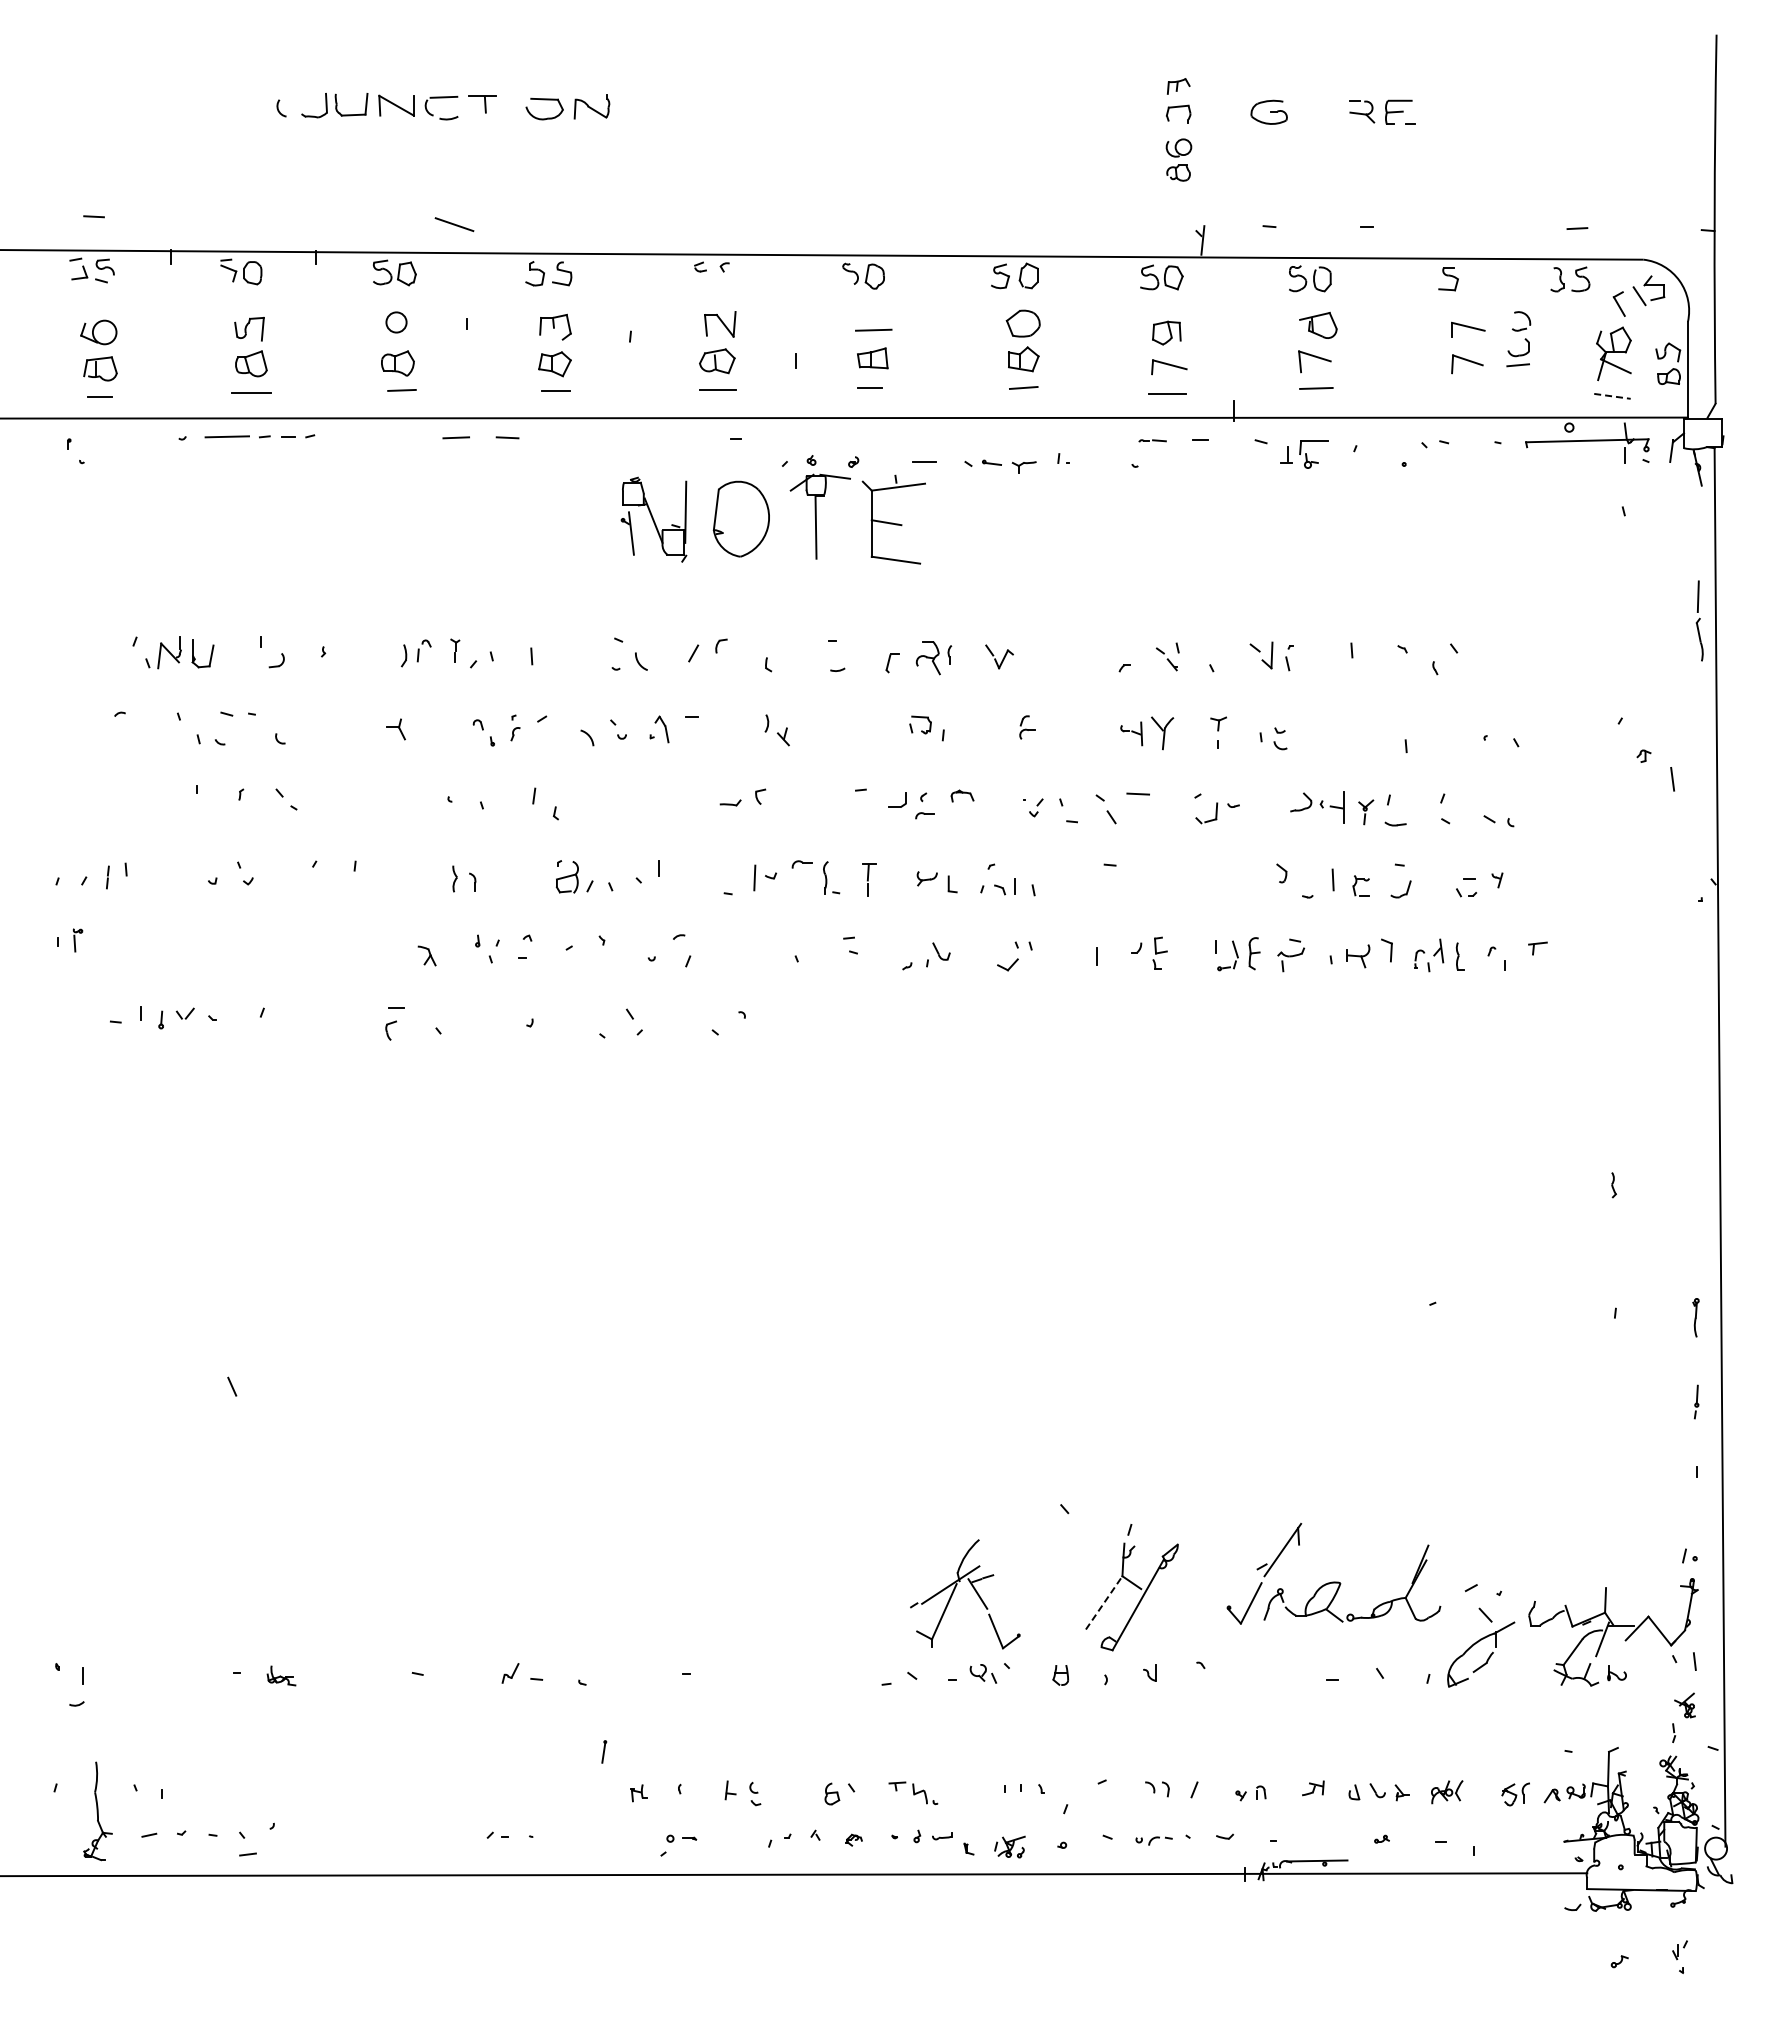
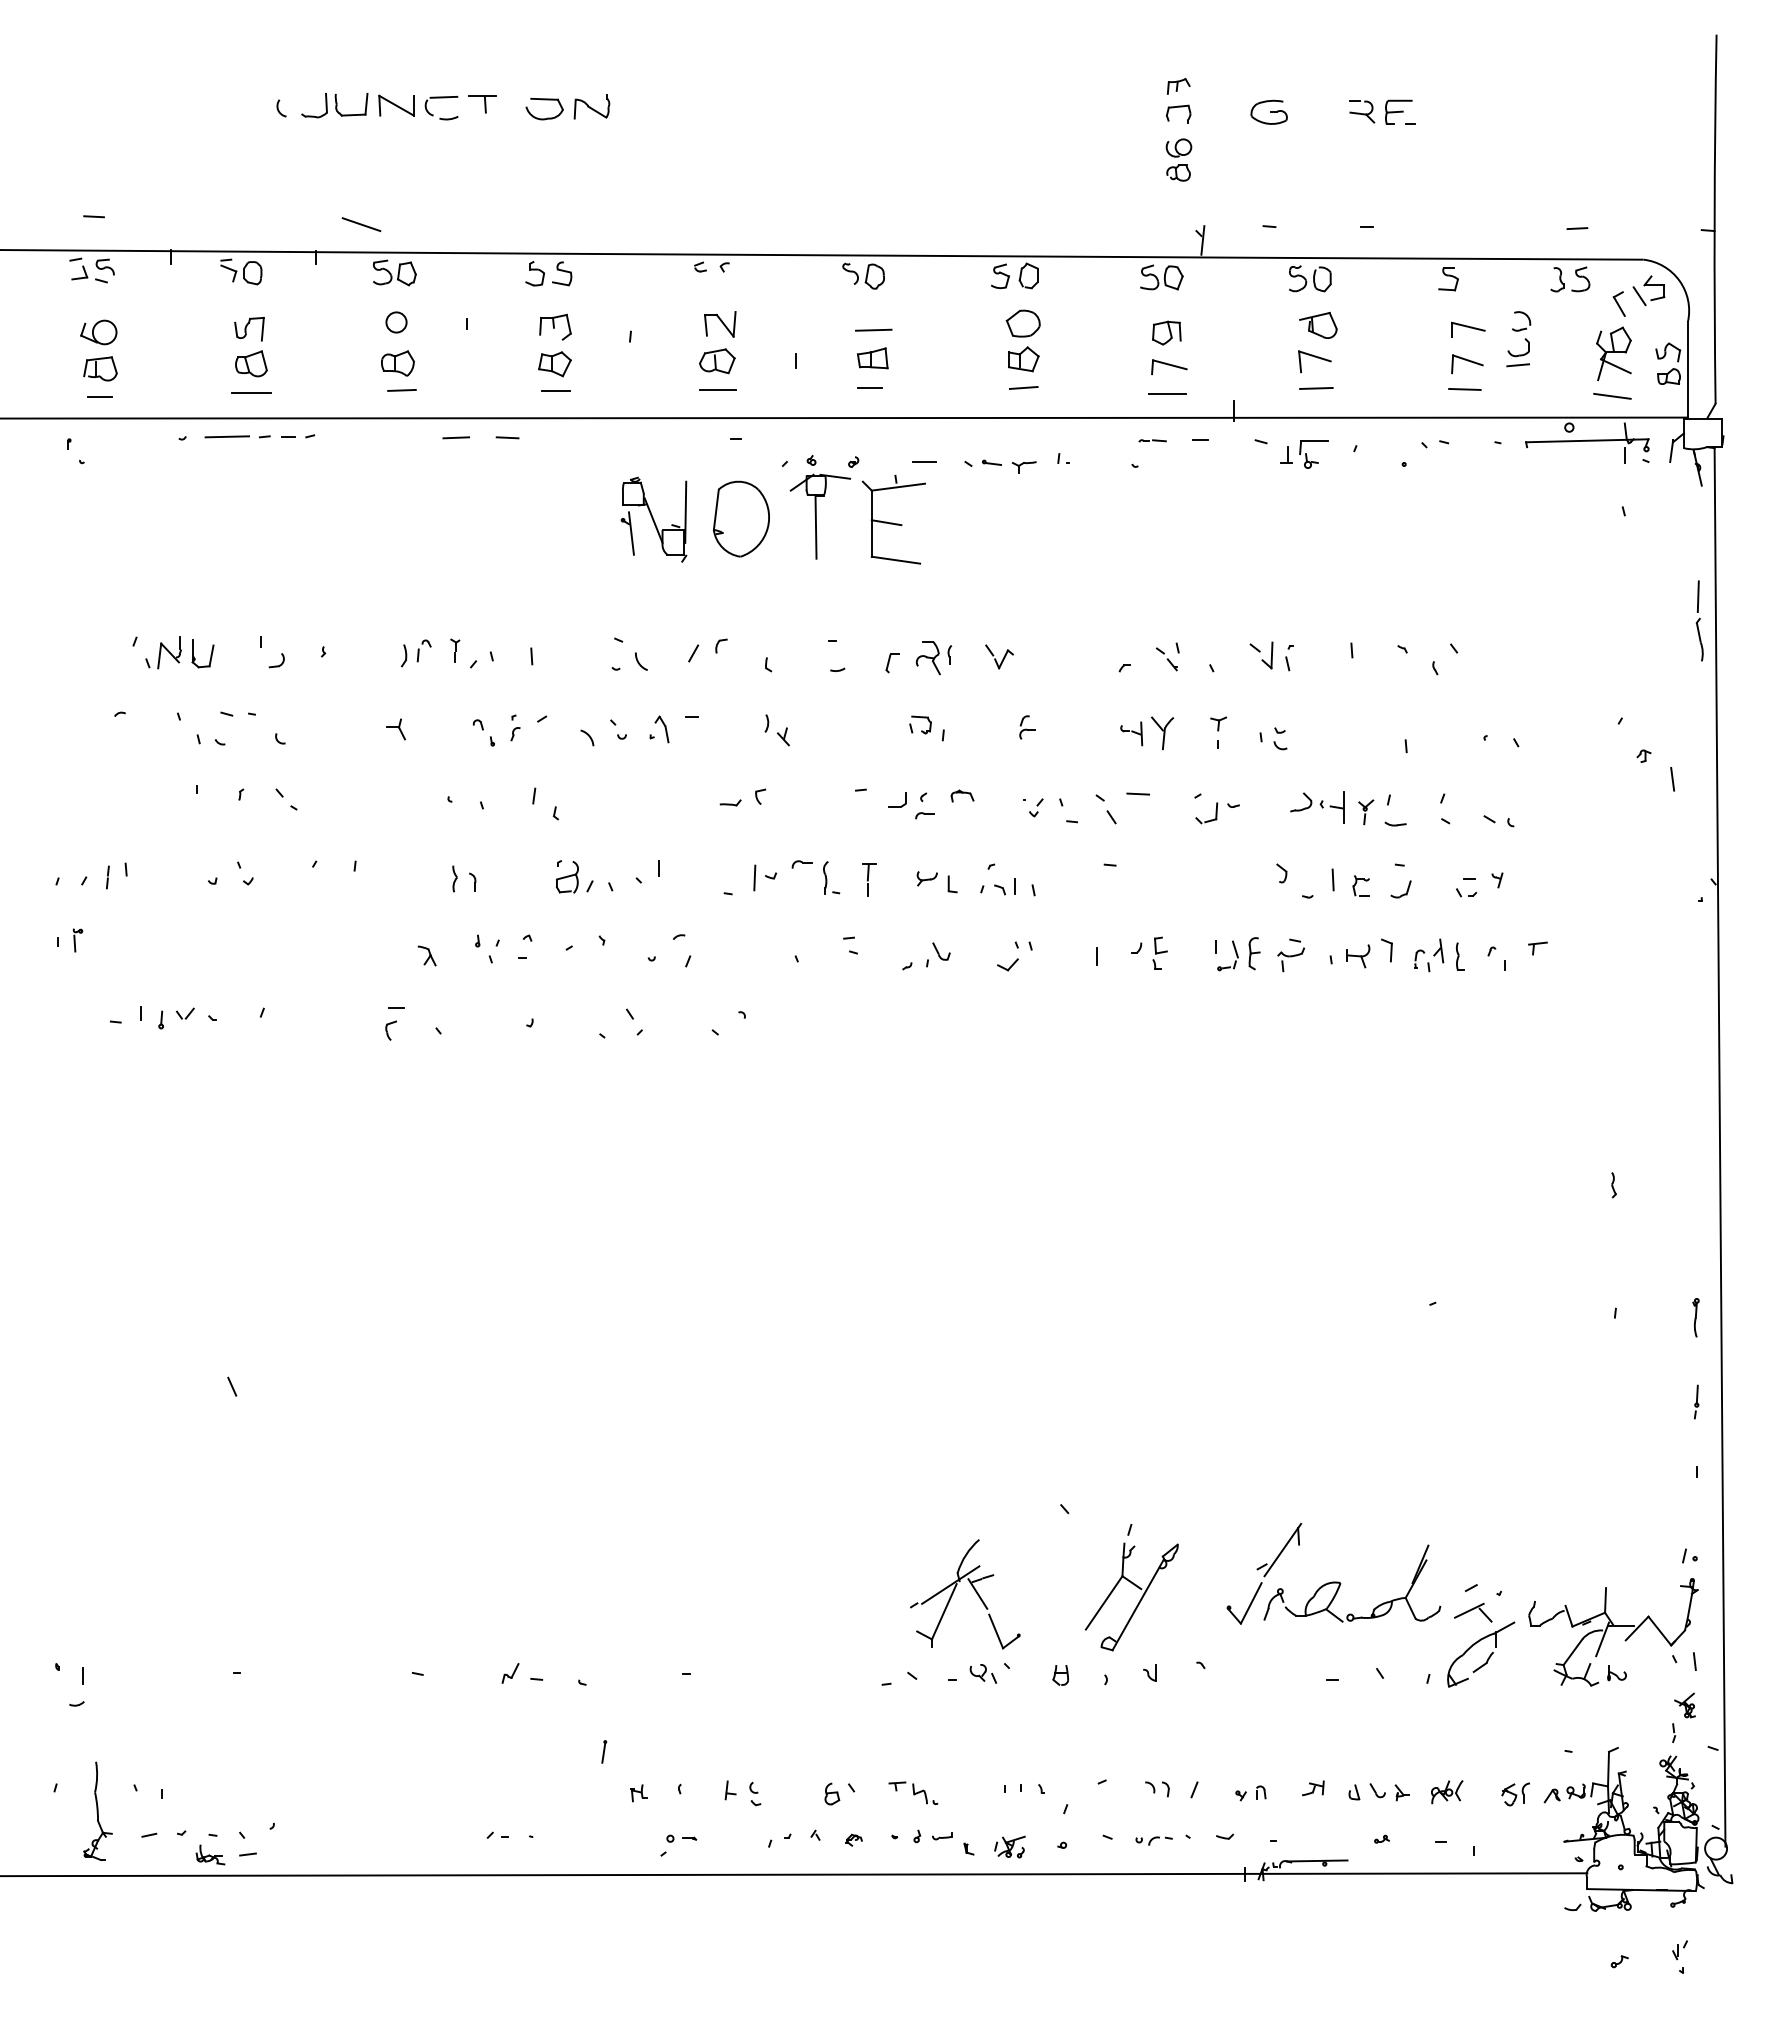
line at (454, 224) position: (454, 224) -> (361, 224)
line at (1464, 388): none -> present
line at (1612, 396): dashed -> solid
line at (1104, 1602): dashed -> solid
line at (1469, 1610): none -> present
part at (281, 1675) position: (281, 1675) -> (210, 1854)
